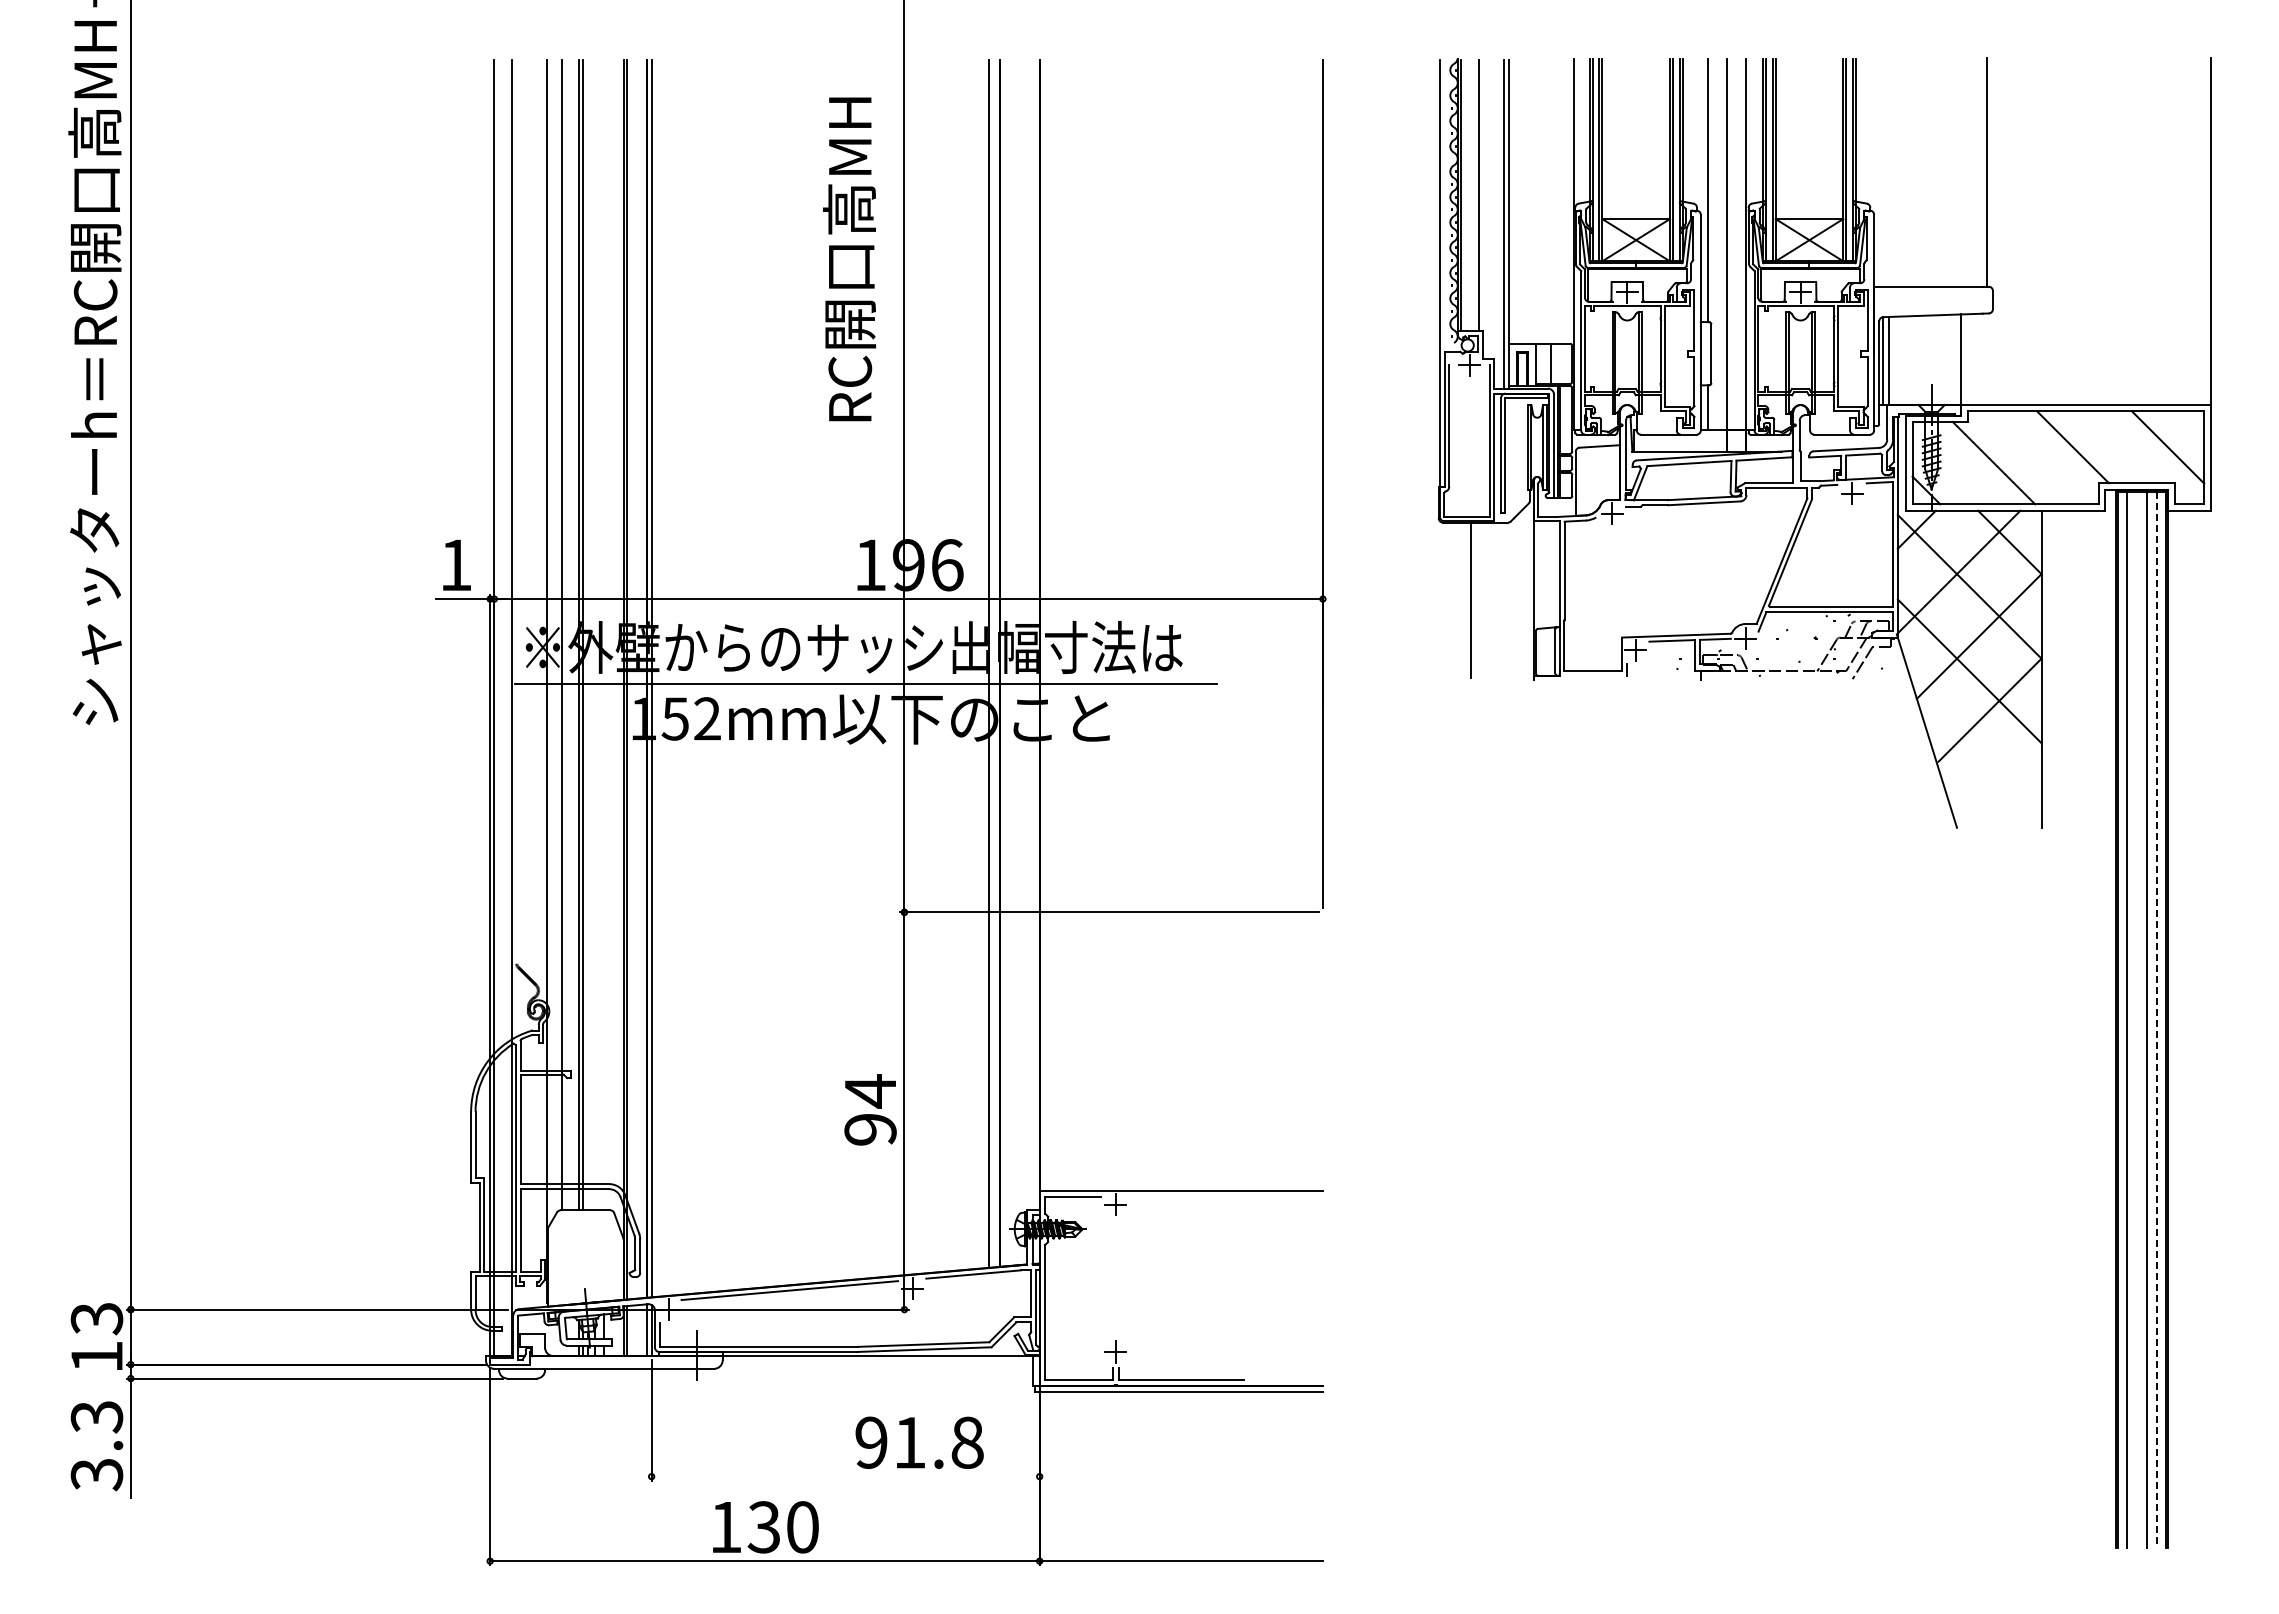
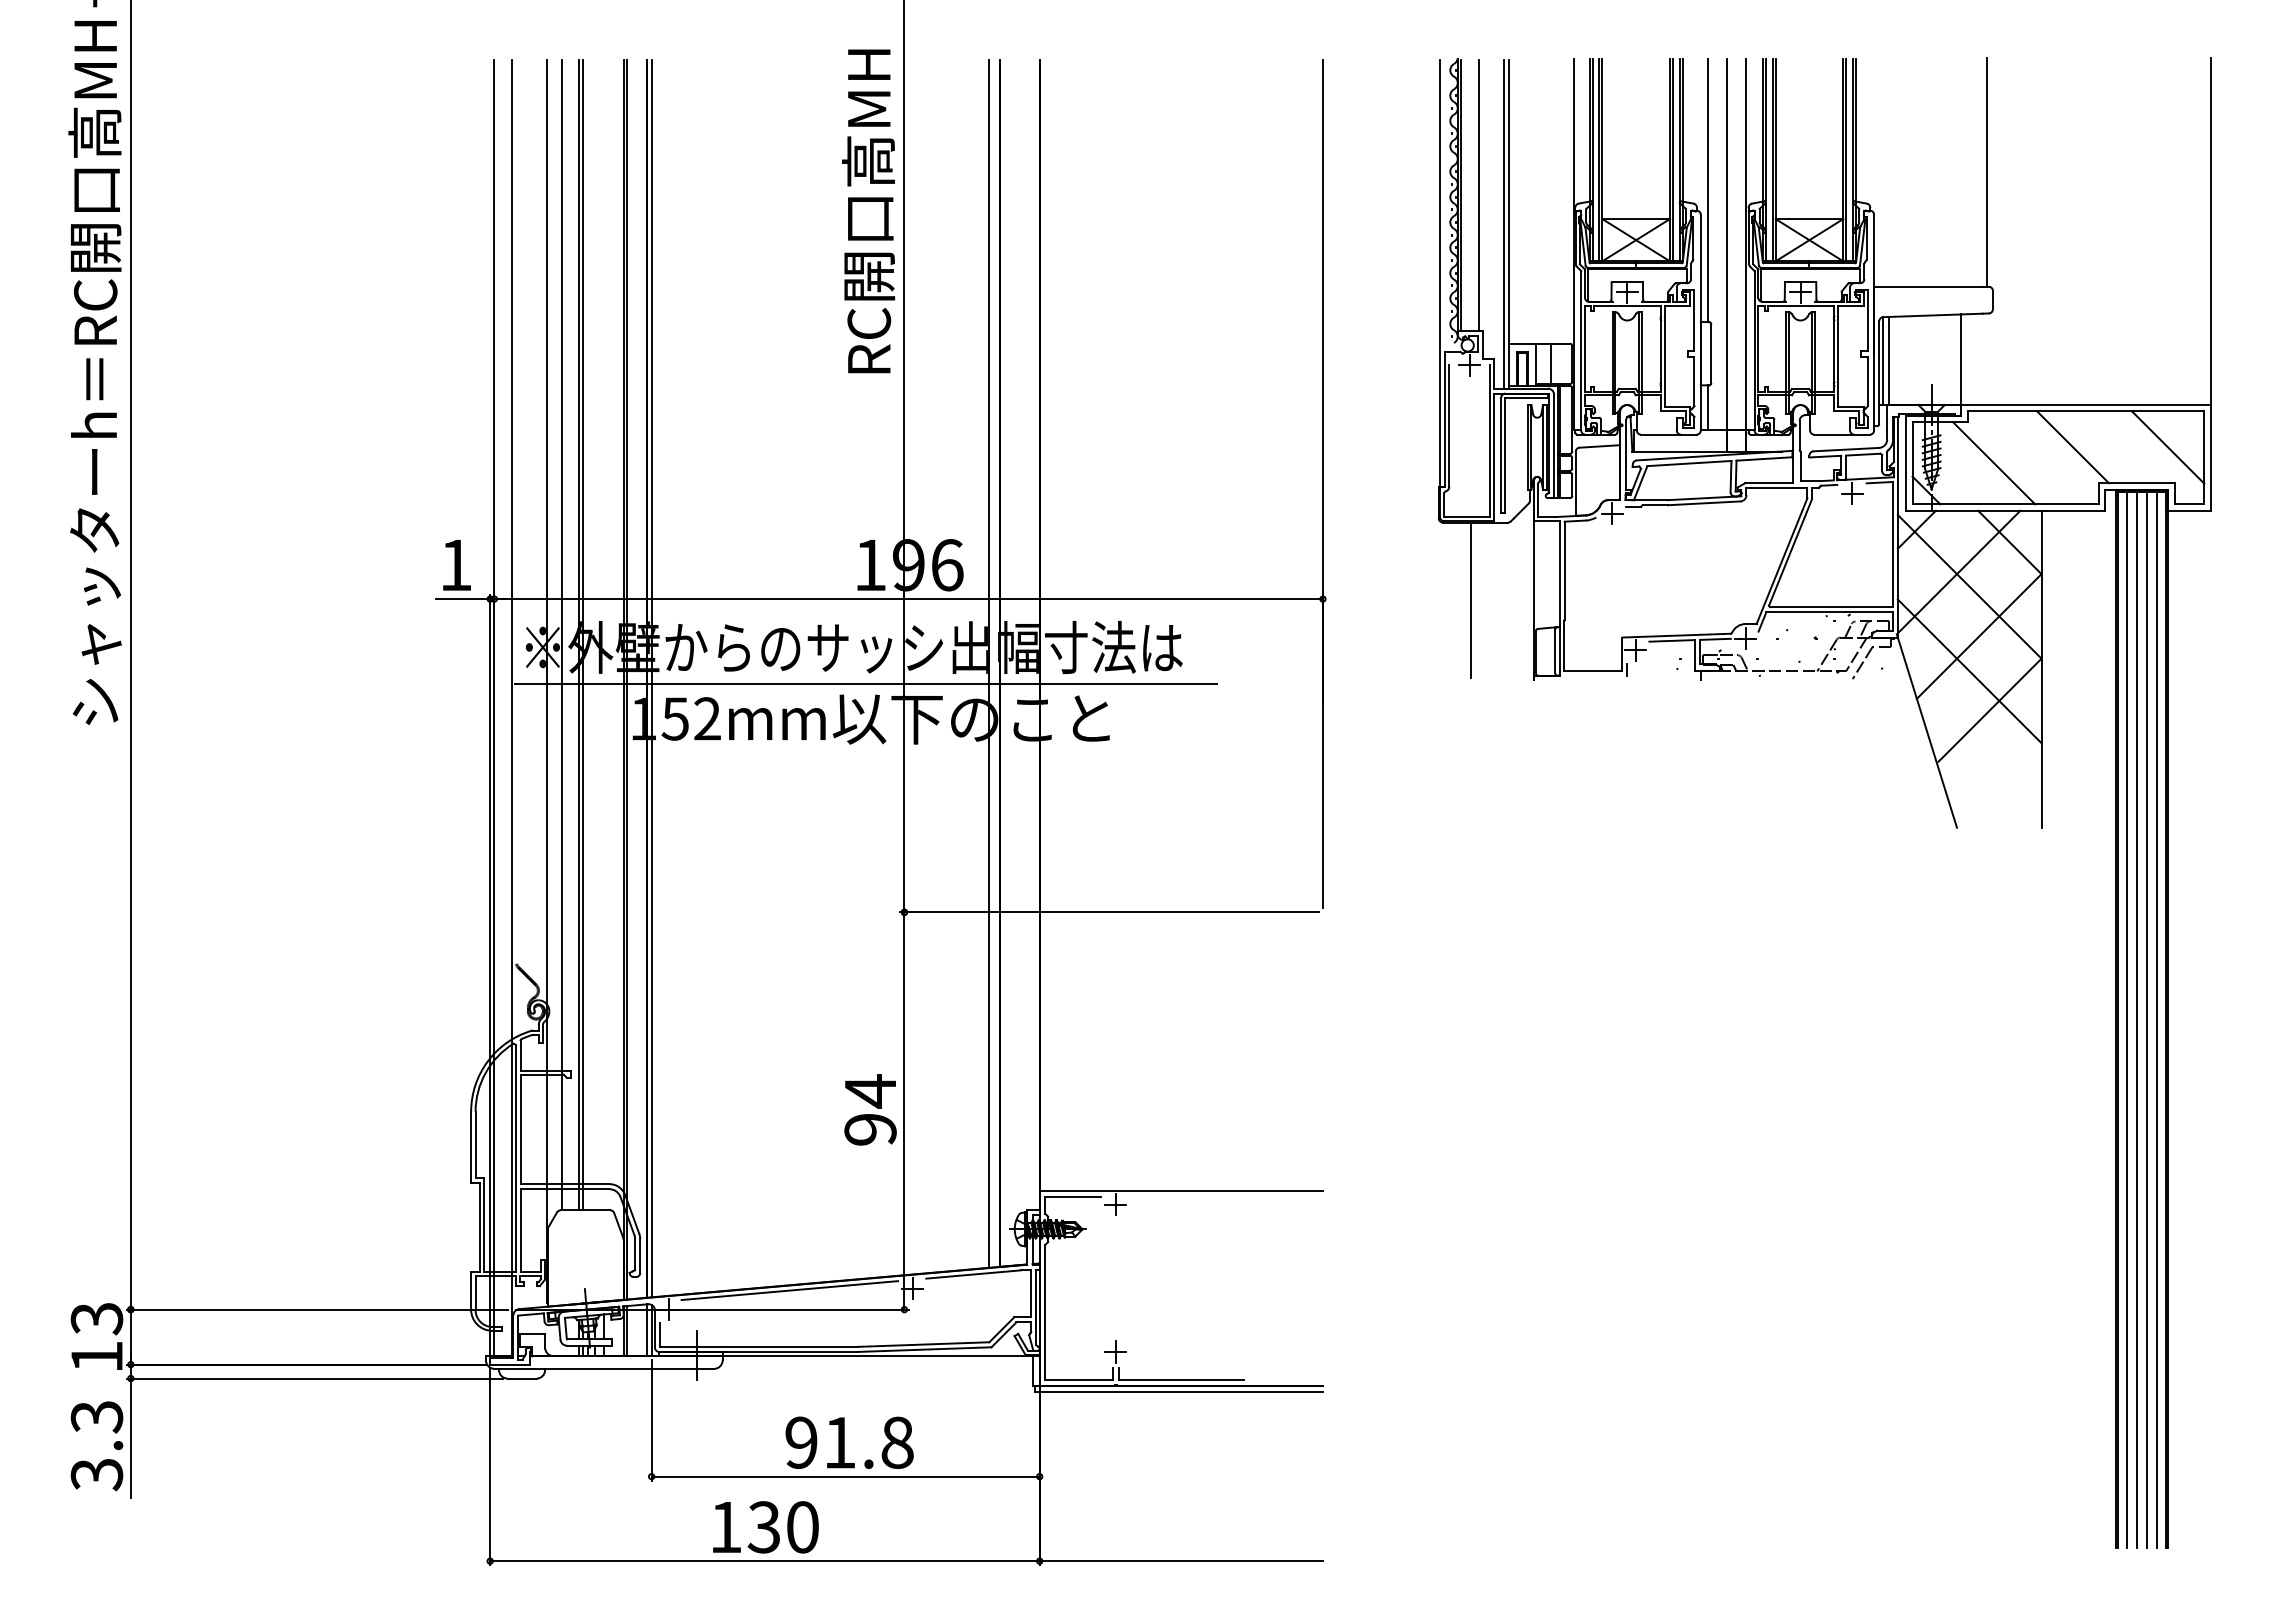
text at (849, 259) position: (849, 259) -> (868, 211)
line at (2137, 1019): none -> present
line at (2156, 1019): dashed -> solid
text at (919, 1442) position: (919, 1442) -> (849, 1442)
line at (845, 1476): none -> present
